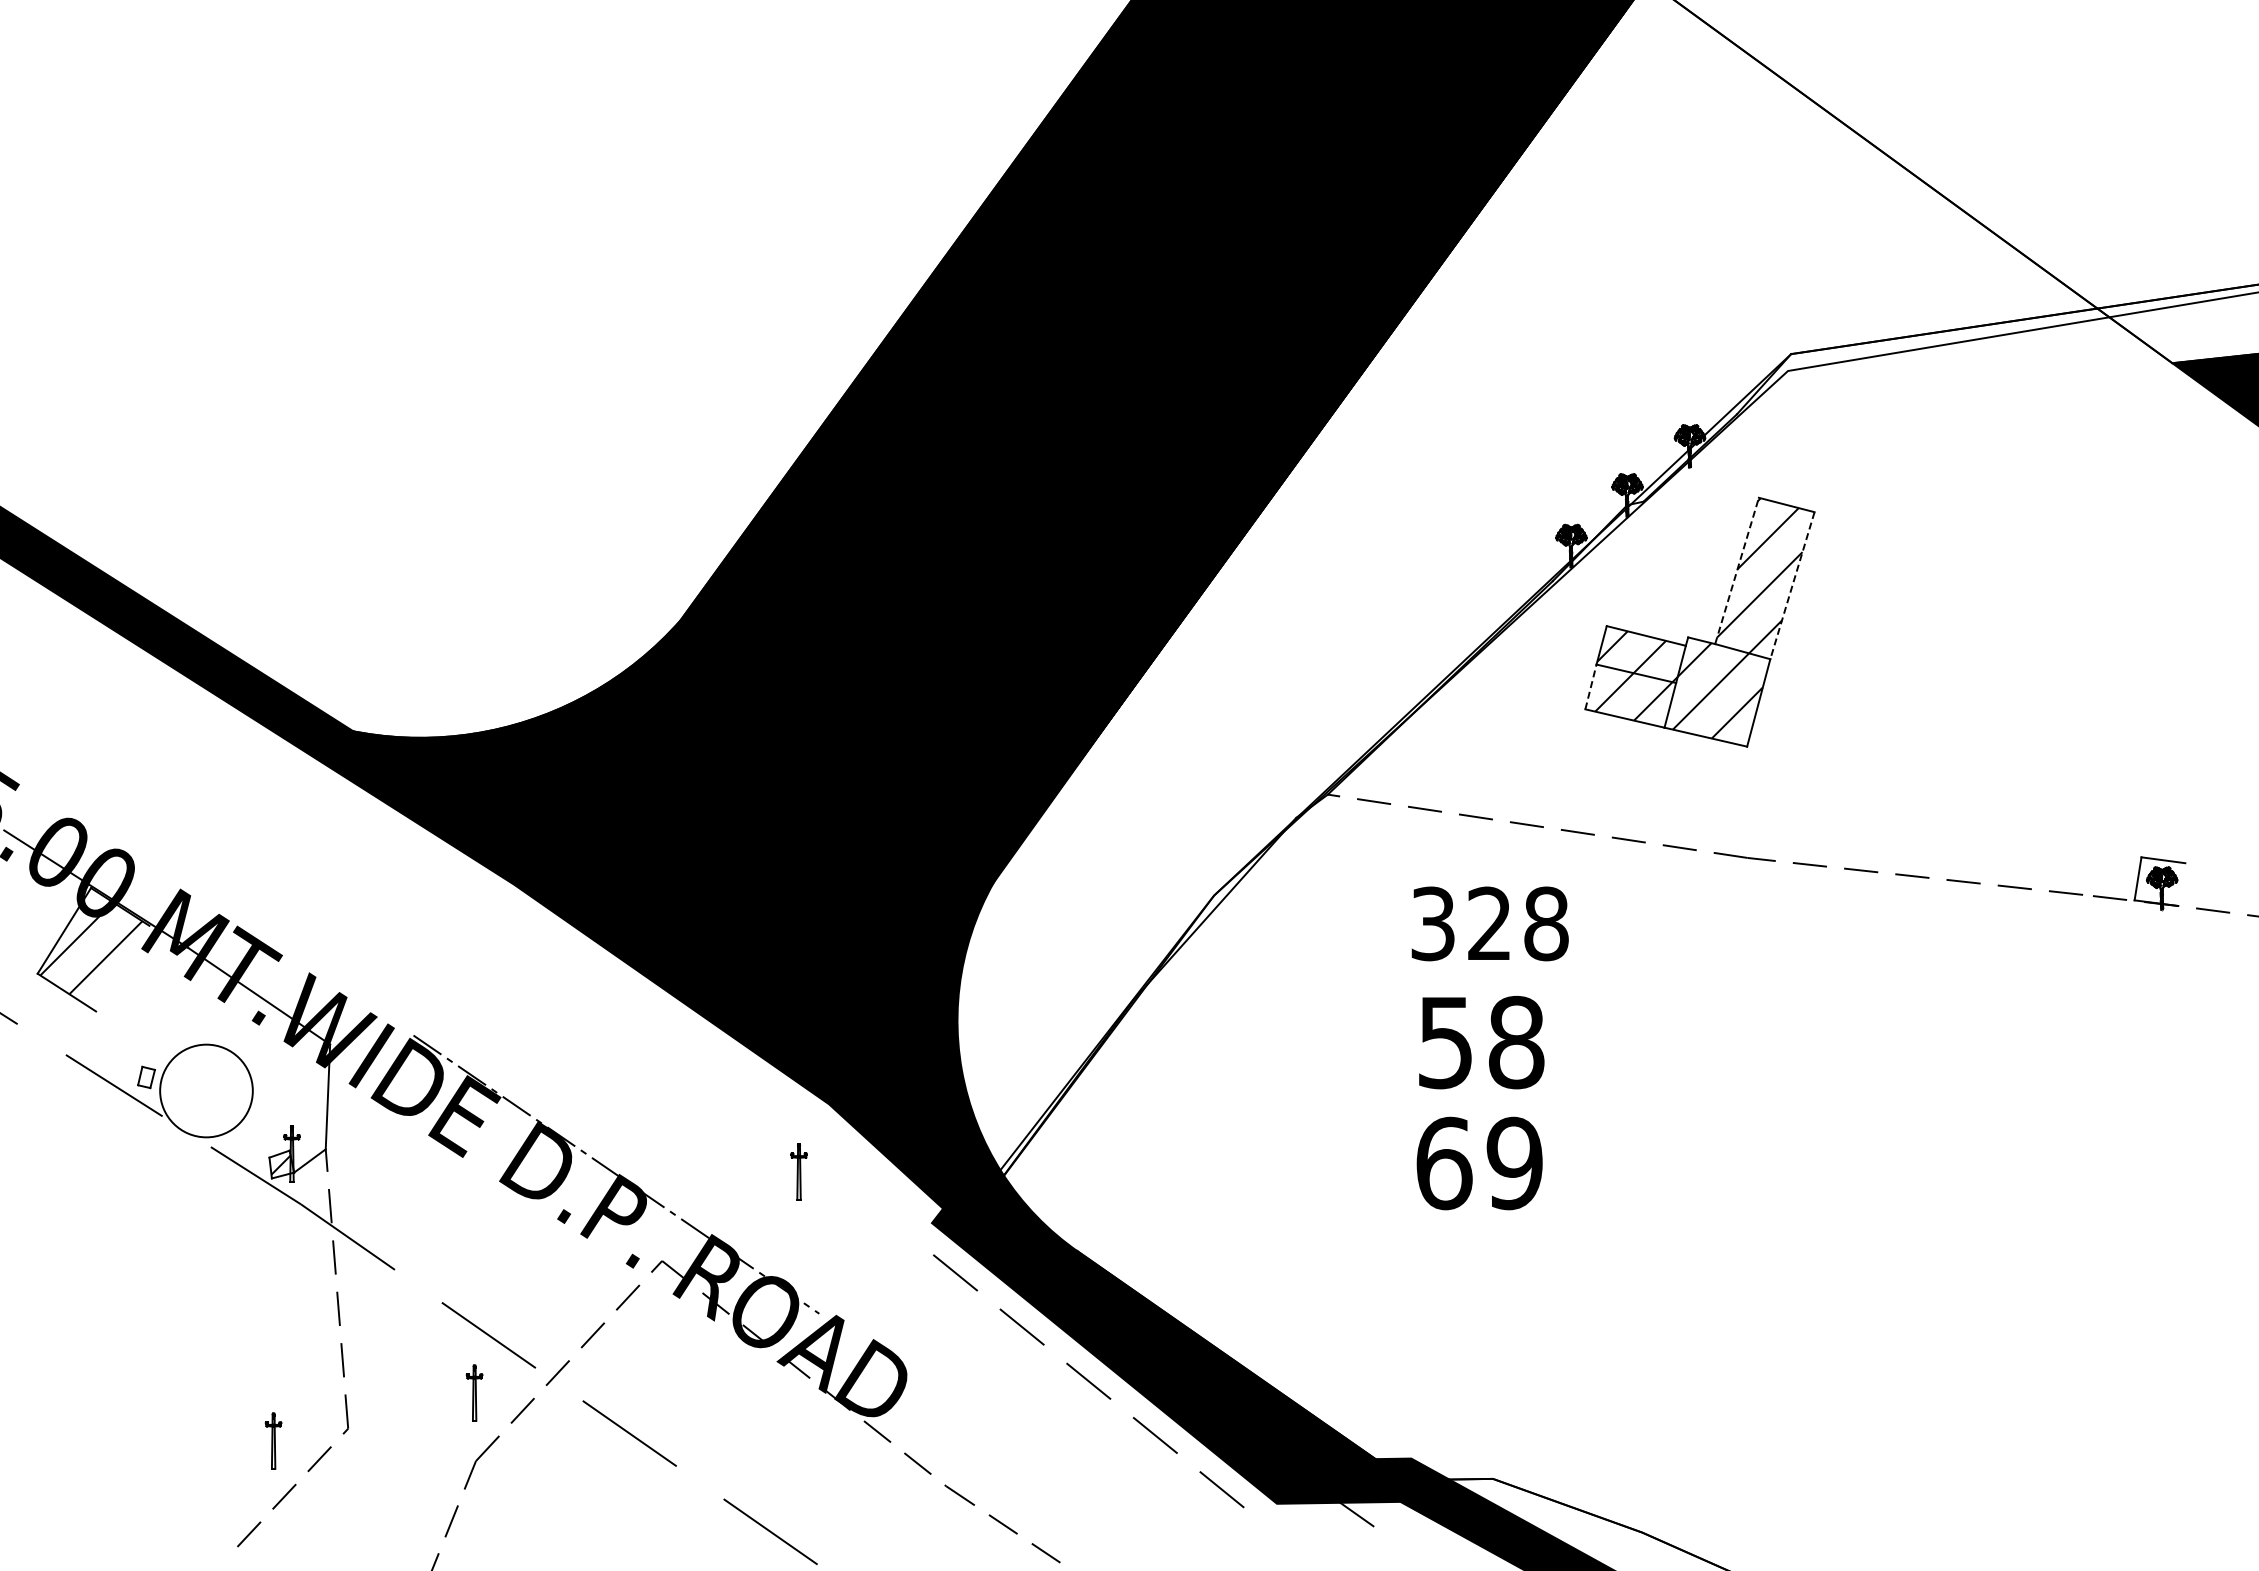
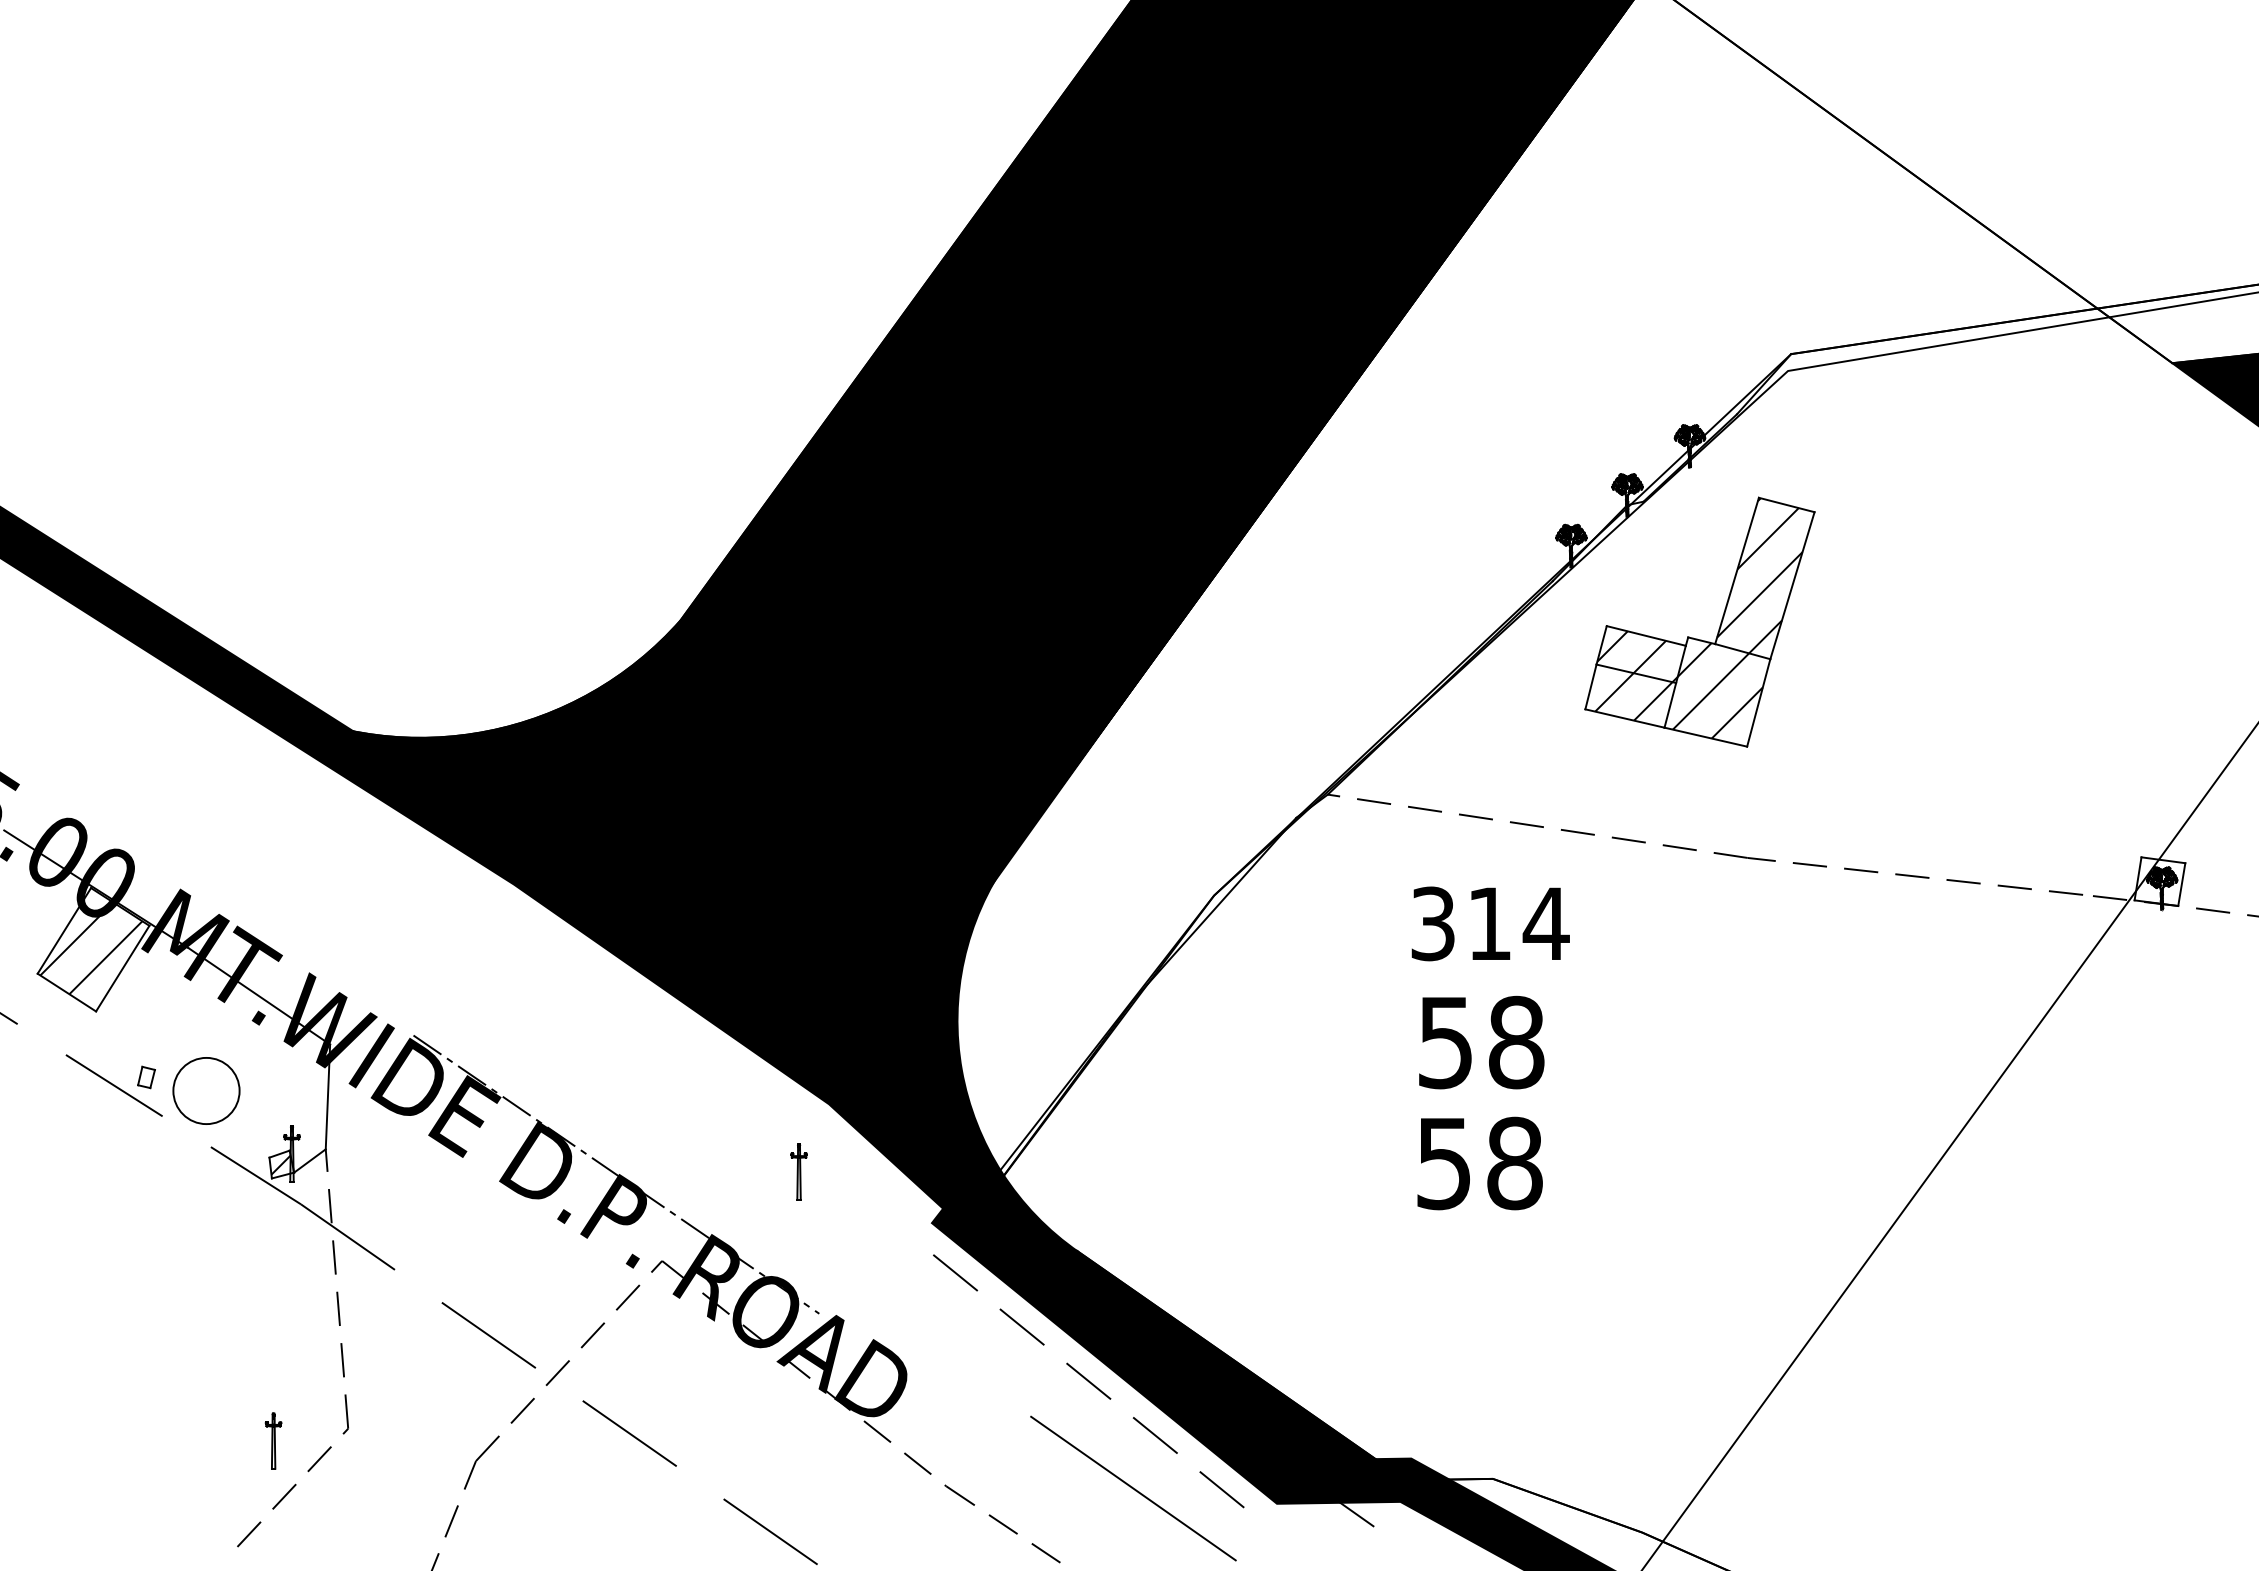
line at (1737, 570): dashed -> solid
line at (1792, 585): dashed -> solid
line at (1591, 686): dashed -> solid
line at (2181, 884): none -> present
text at (1518, 923): 328 -> 314
line at (122, 968): none -> present
circle at (206, 1090) diameter: 93 px -> 66 px
line at (1949, 1146): none -> present
text at (1479, 1163): 69 -> 58
part at (474, 1392): present -> none
line at (1133, 1488): none -> present
